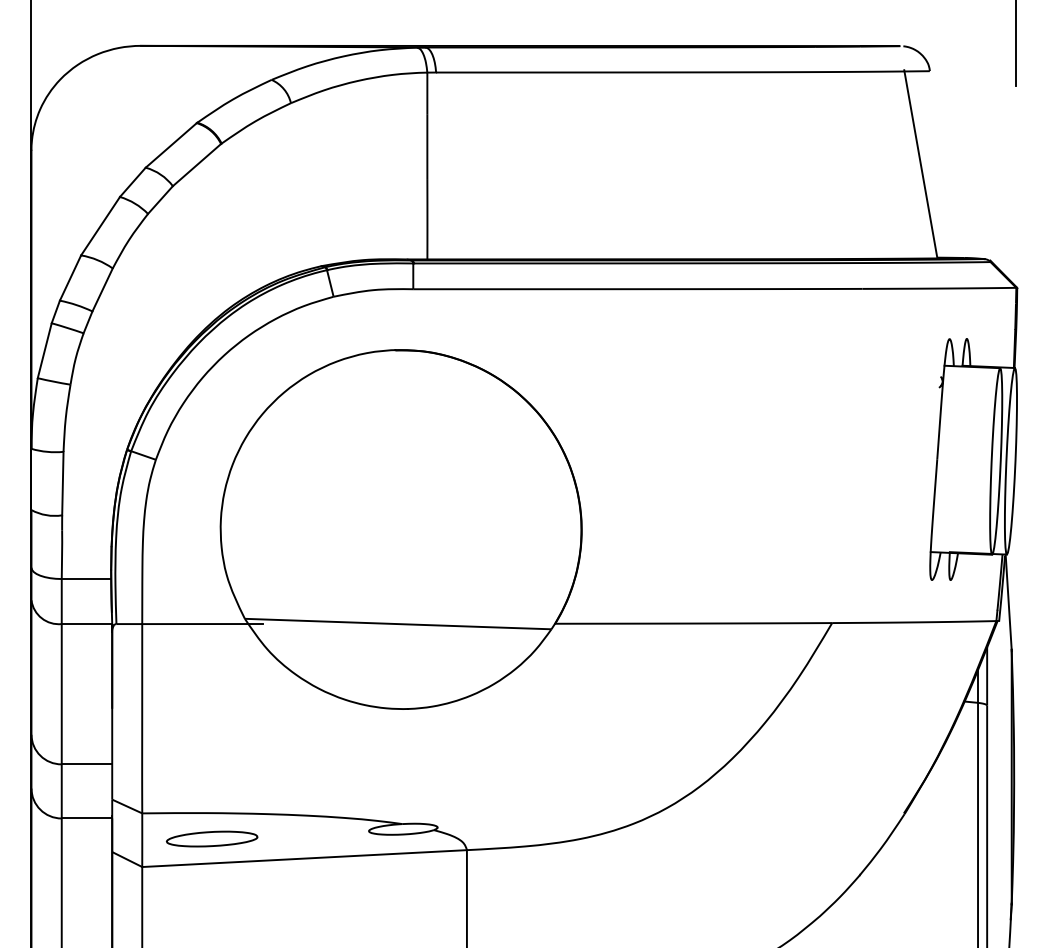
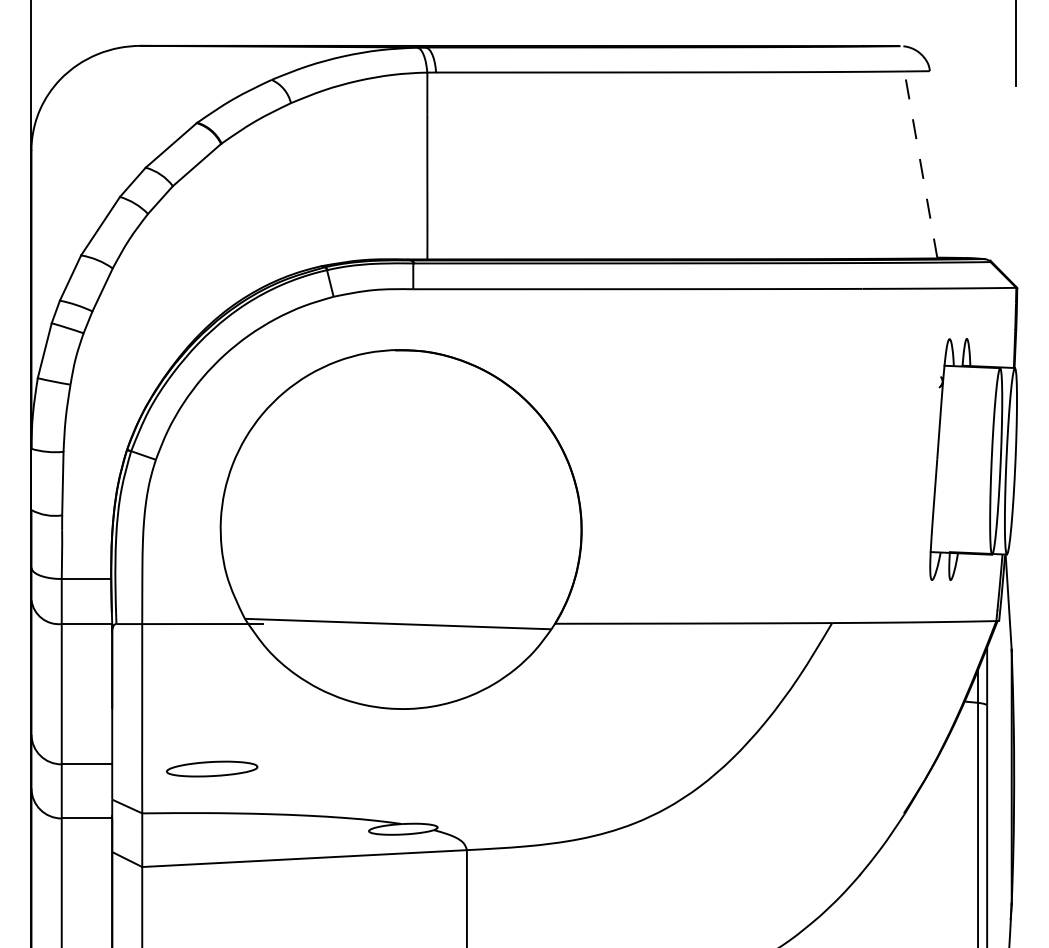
line at (920, 164): solid -> dashed
part at (212, 838) position: (212, 838) -> (212, 768)
